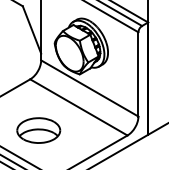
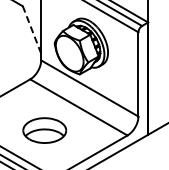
line at (31, 29): solid -> dashed
part at (38, 130) position: (38, 130) -> (44, 130)
